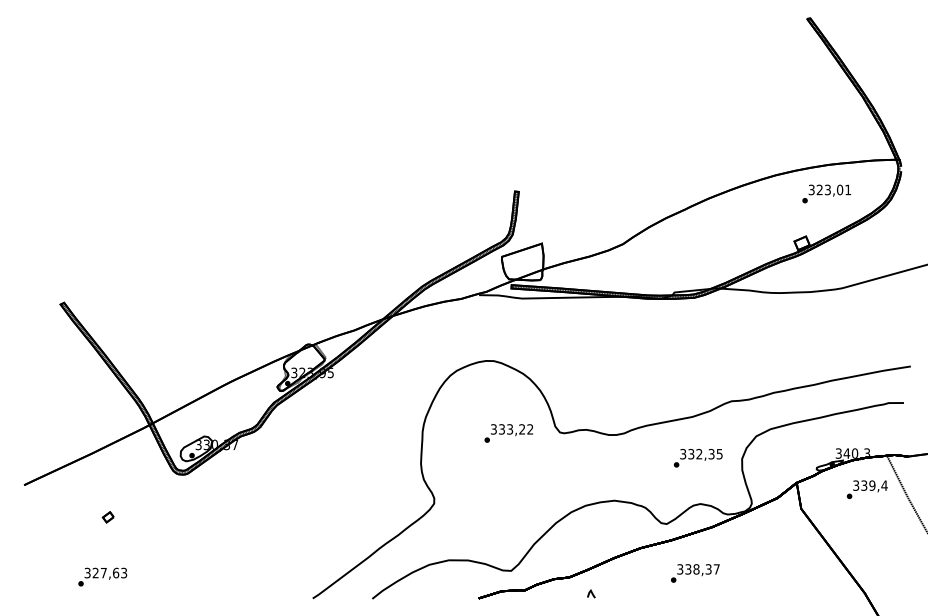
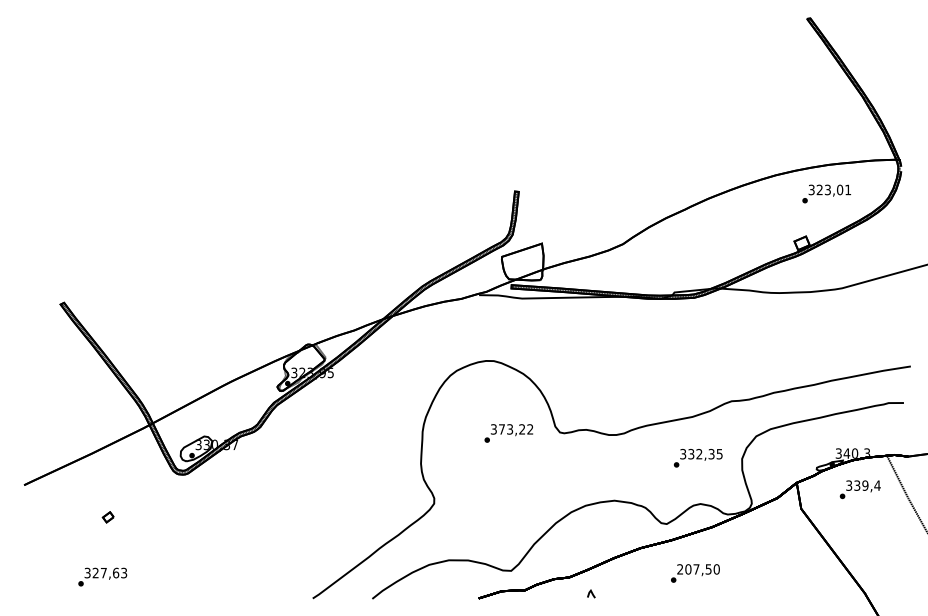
text at (501, 429): 333,22 -> 373,22
text at (866, 489) position: (866, 489) -> (859, 489)
text at (698, 569): 338,37 -> 207,50
